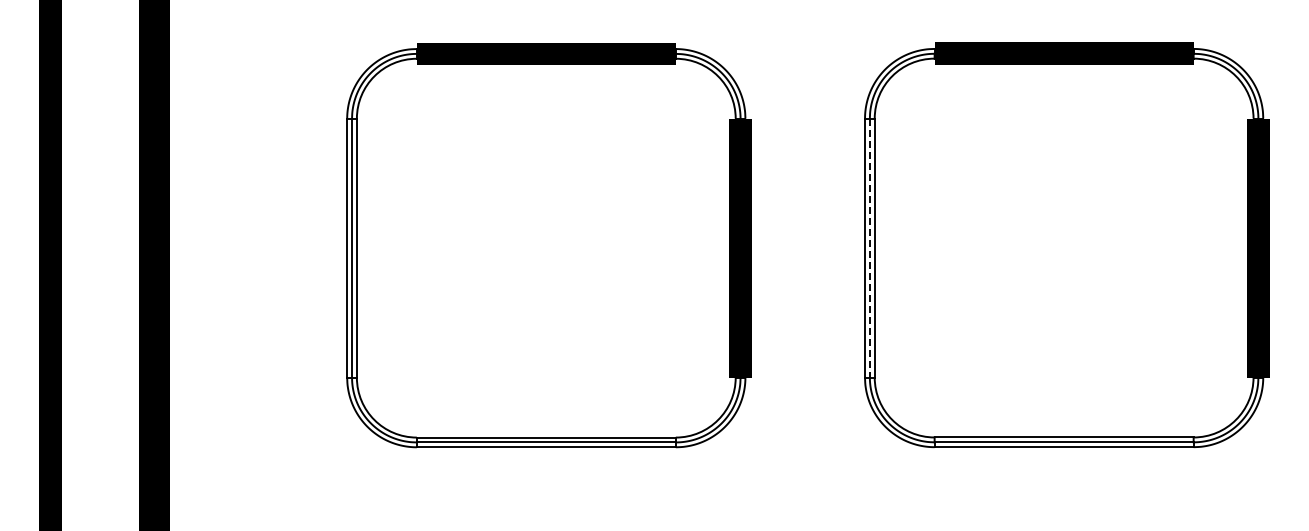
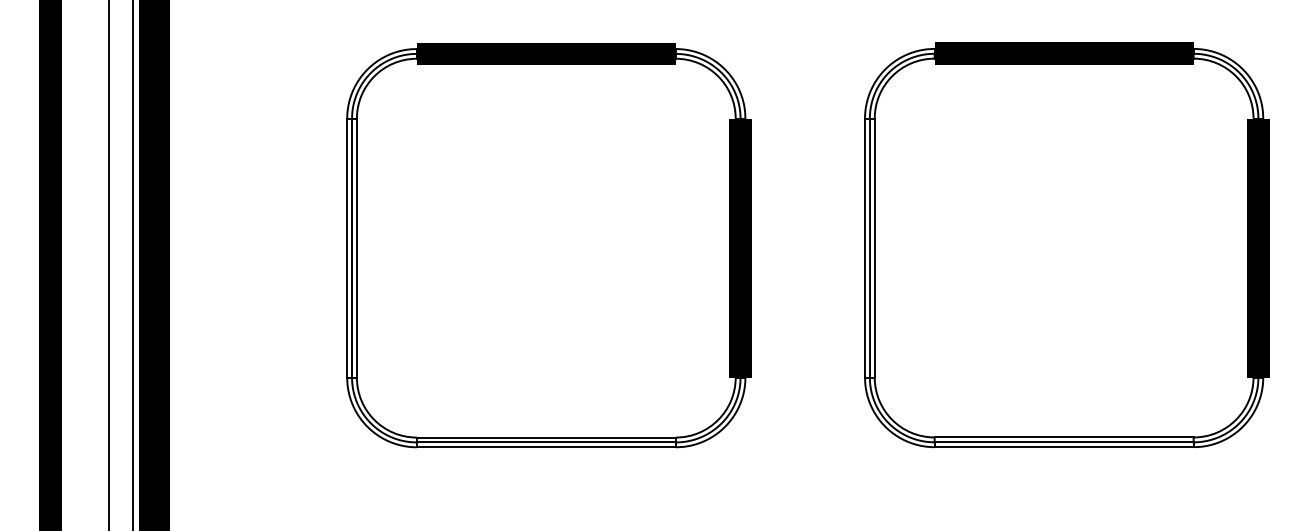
line at (869, 248): dashed -> solid
line at (109, 264): none -> present
line at (132, 264): none -> present
